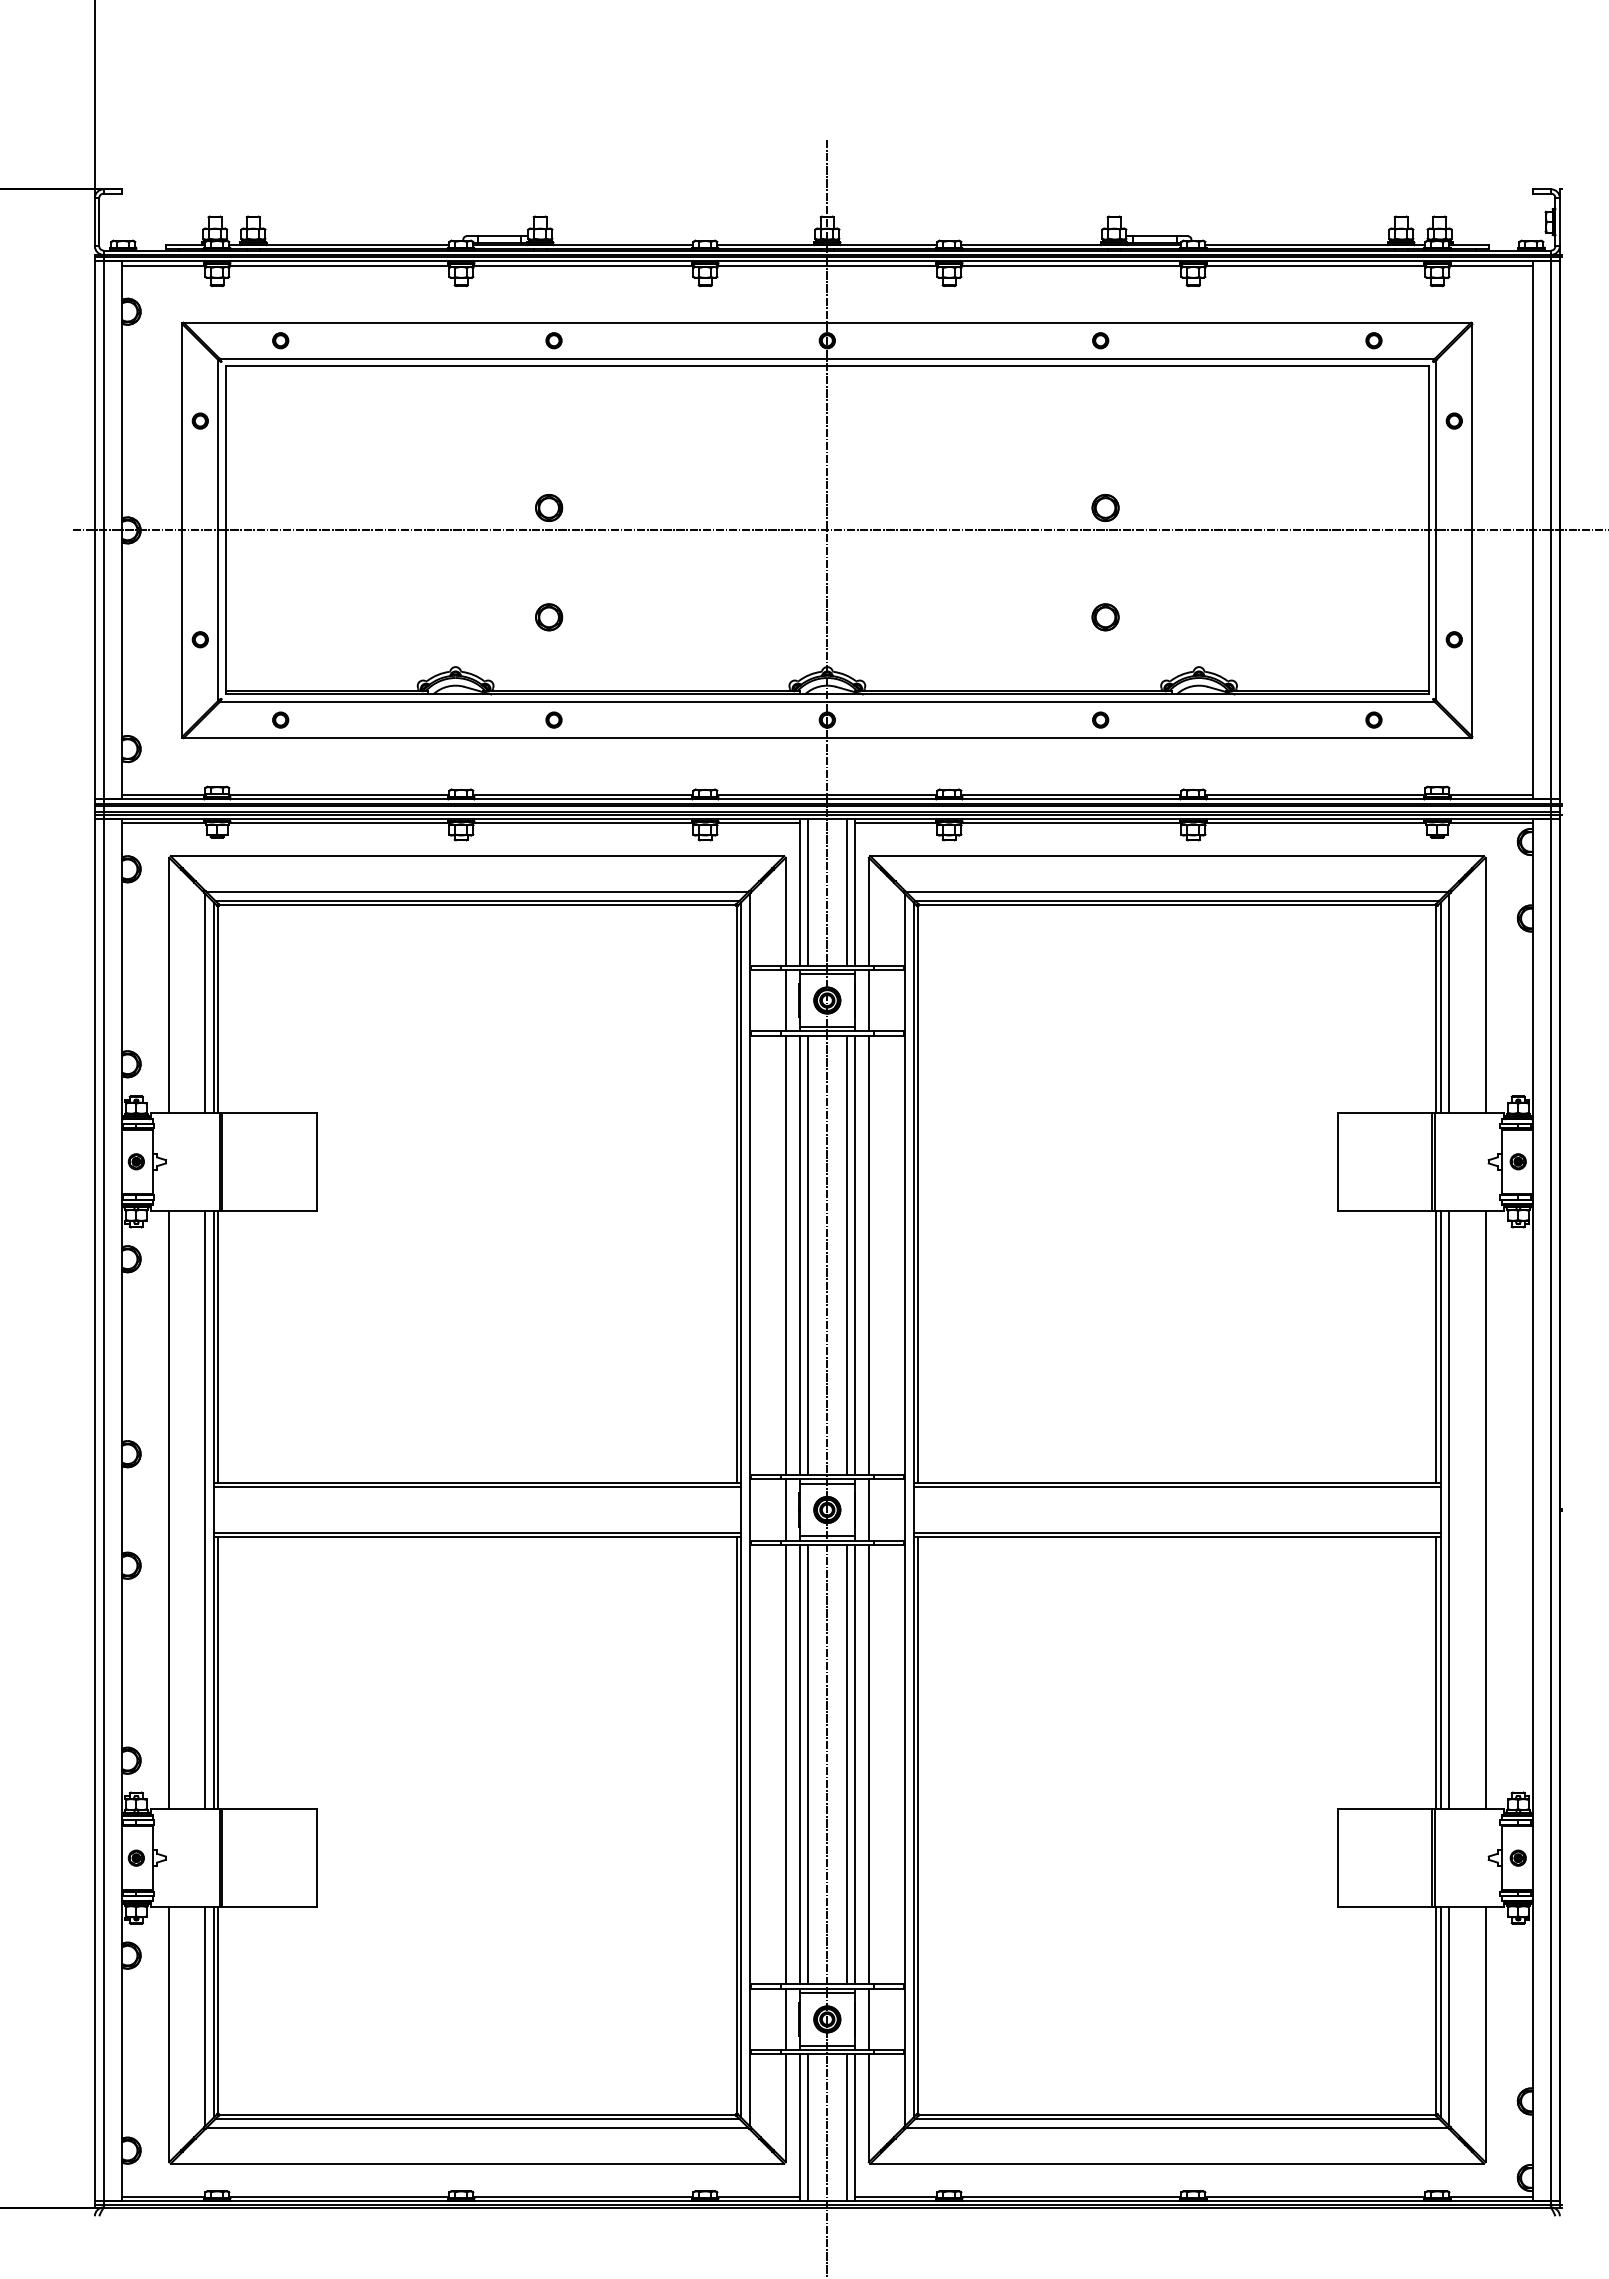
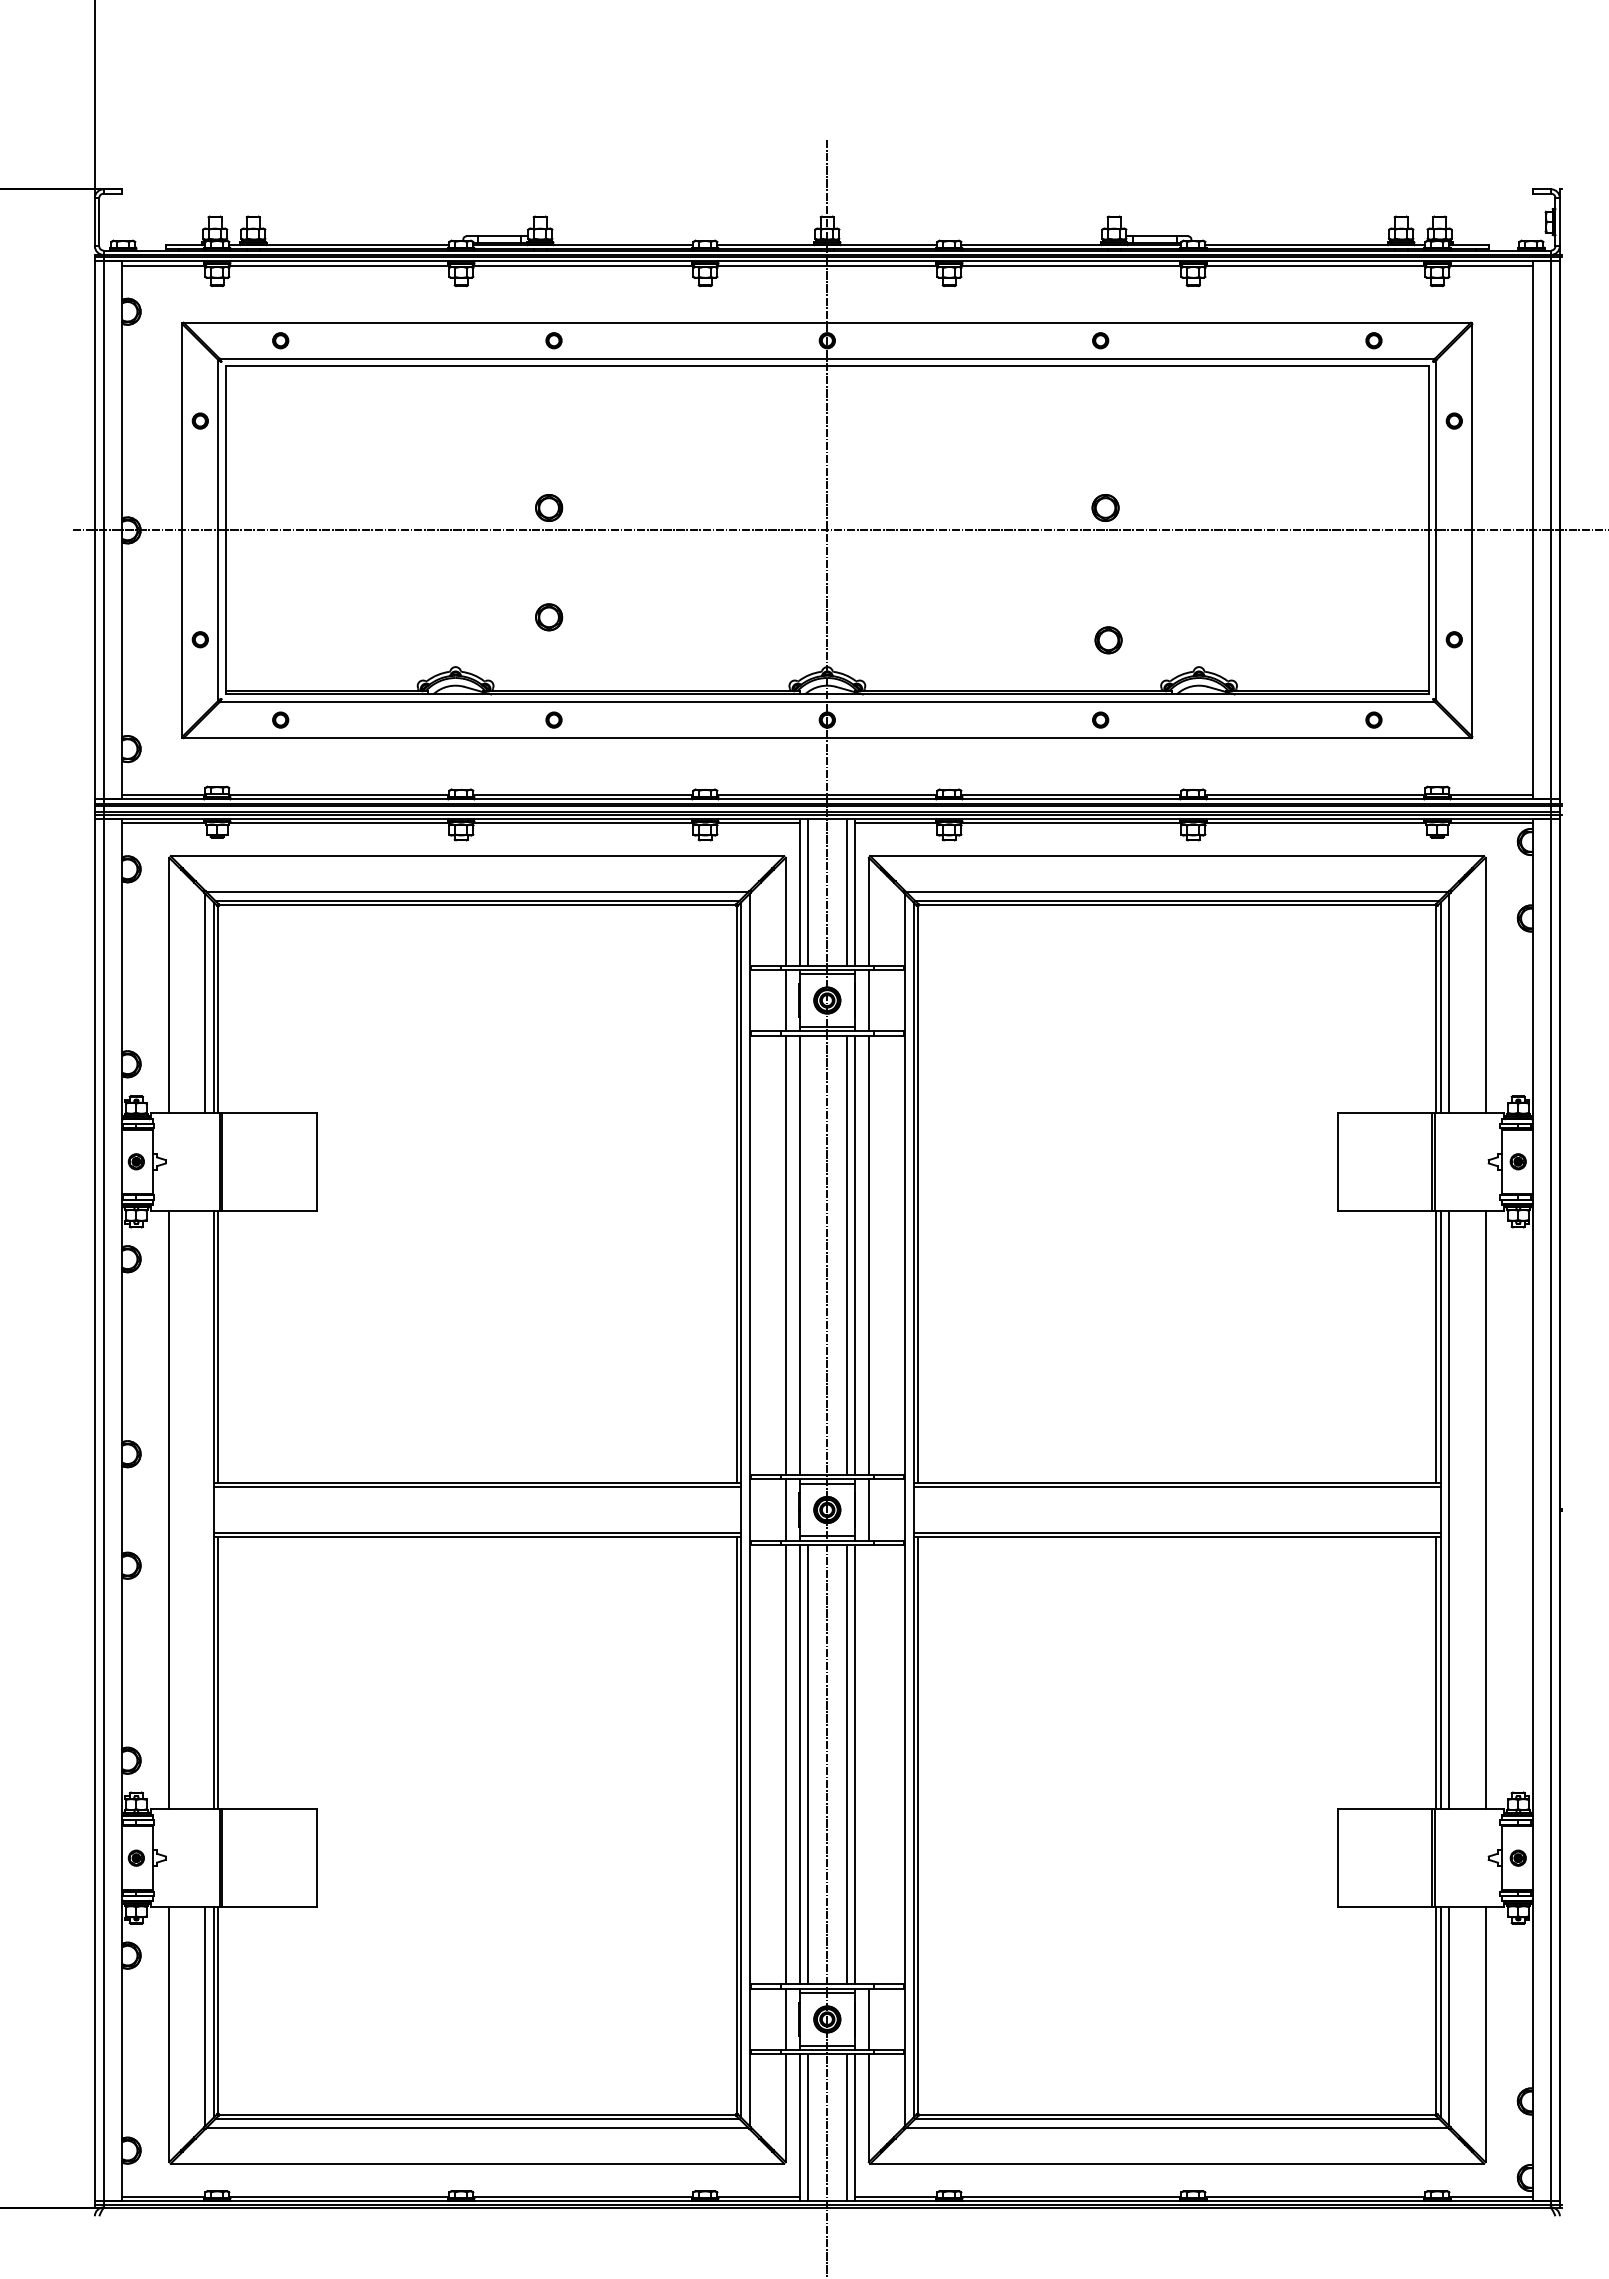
part at (1105, 617) position: (1105, 617) -> (1108, 640)
line at (807, 1255): present -> none
line at (205, 1509): present -> none
line at (868, 1764): present -> none
